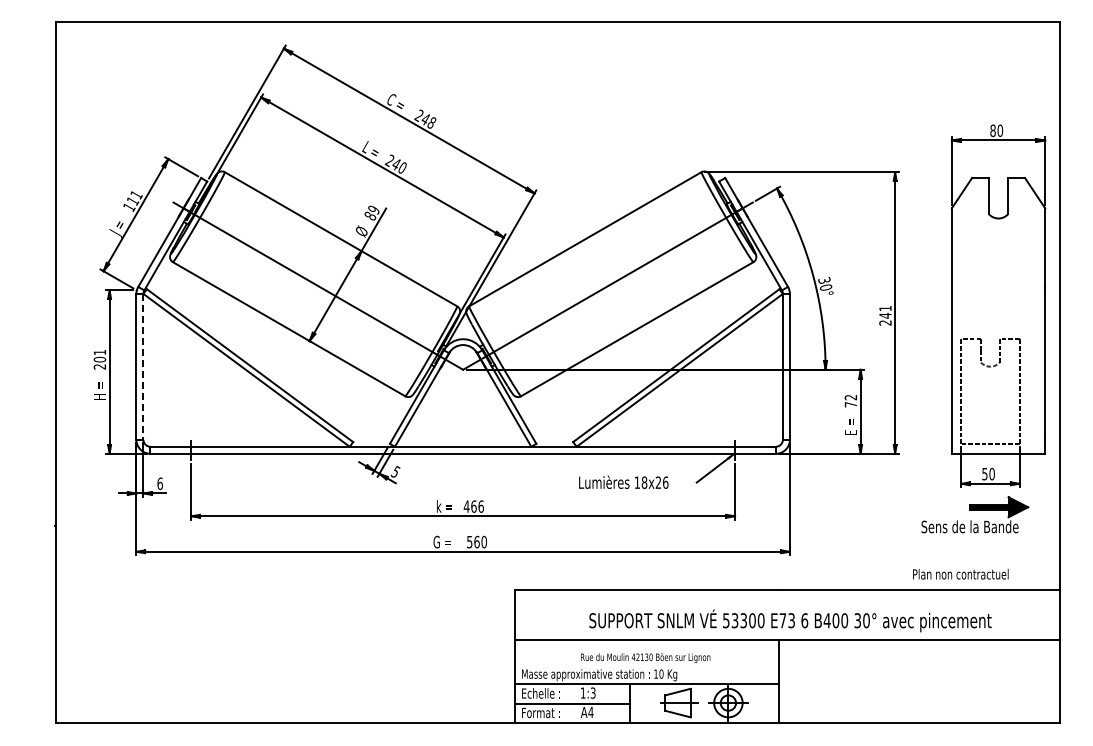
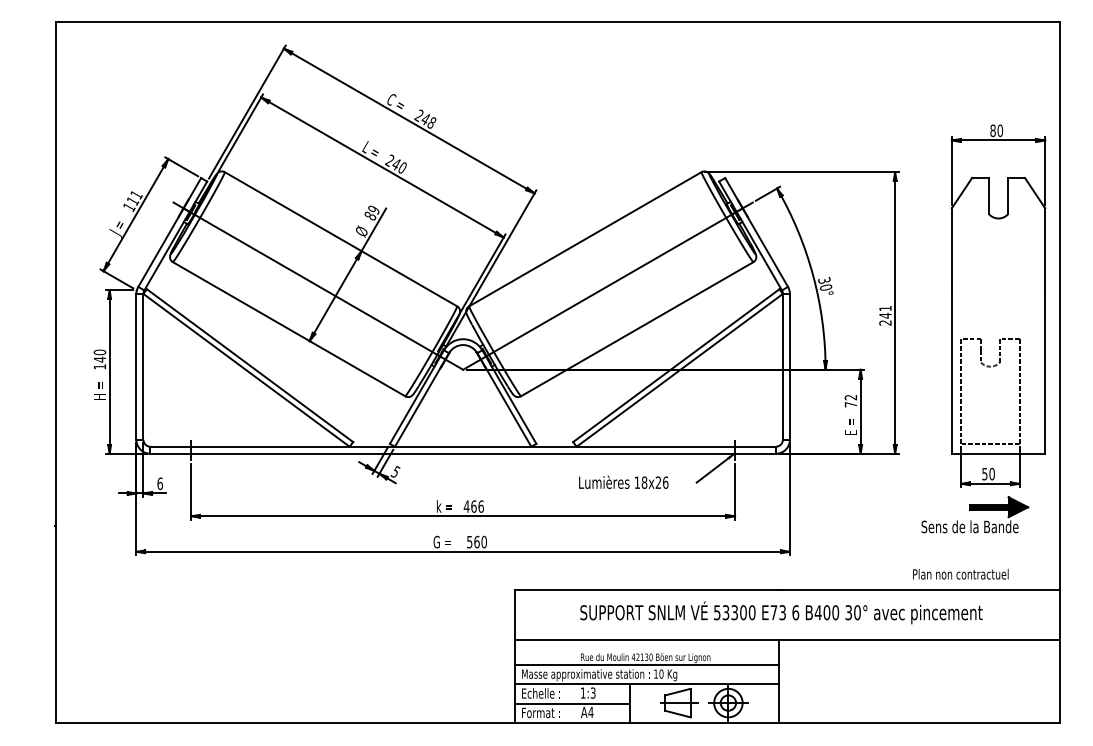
text at (99, 359): 201 -> 140
line at (143, 366): dashed -> solid
text at (790, 620) position: (790, 620) -> (781, 612)
line at (646, 665): none -> present
